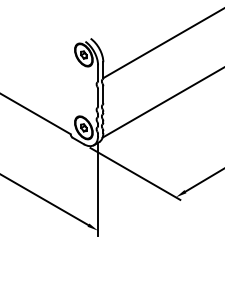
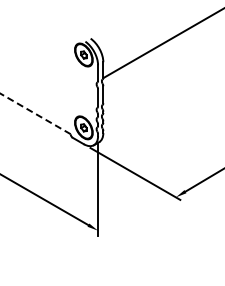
line at (161, 102): present -> none
line at (35, 113): solid -> dashed
